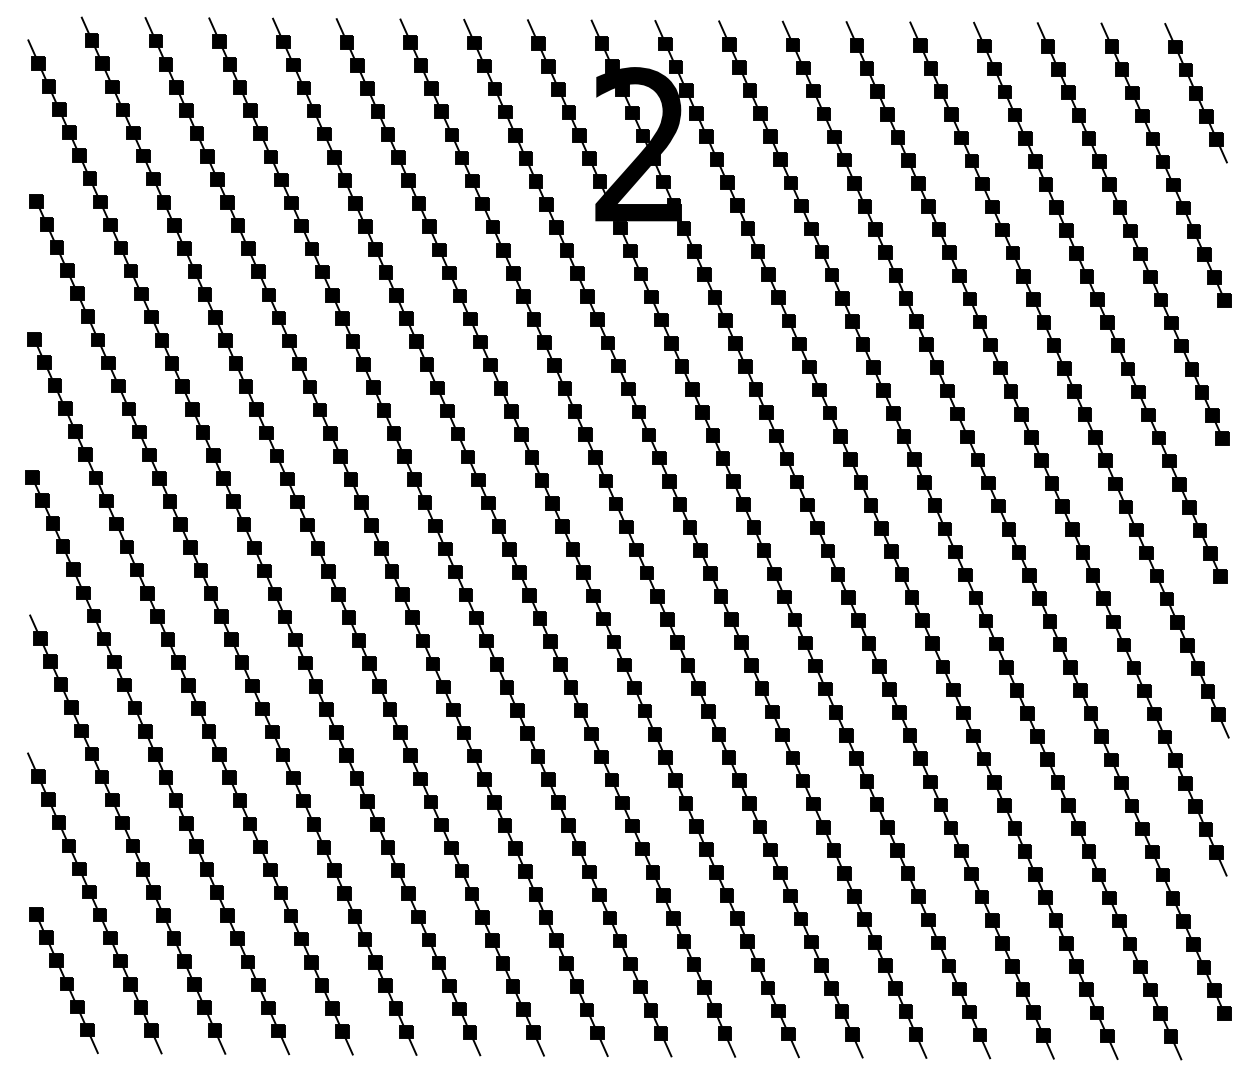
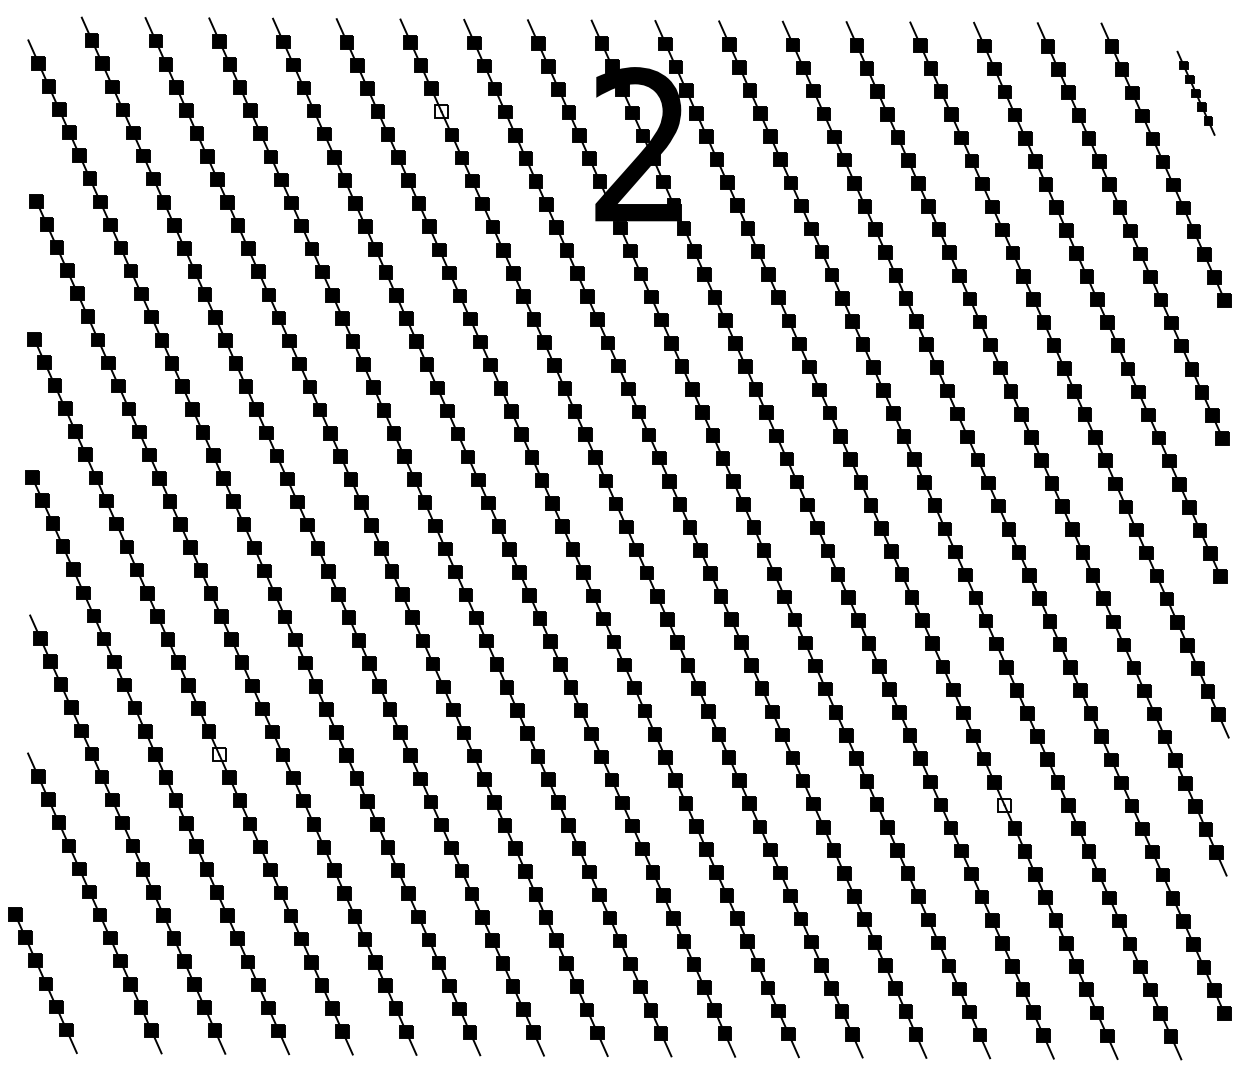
part at (1195, 93) size: 64x141 px -> 40x86 px
fill at (441, 111): present -> none
fill at (218, 754): present -> none
fill at (1004, 804): present -> none
part at (63, 980) position: (63, 980) -> (42, 980)
